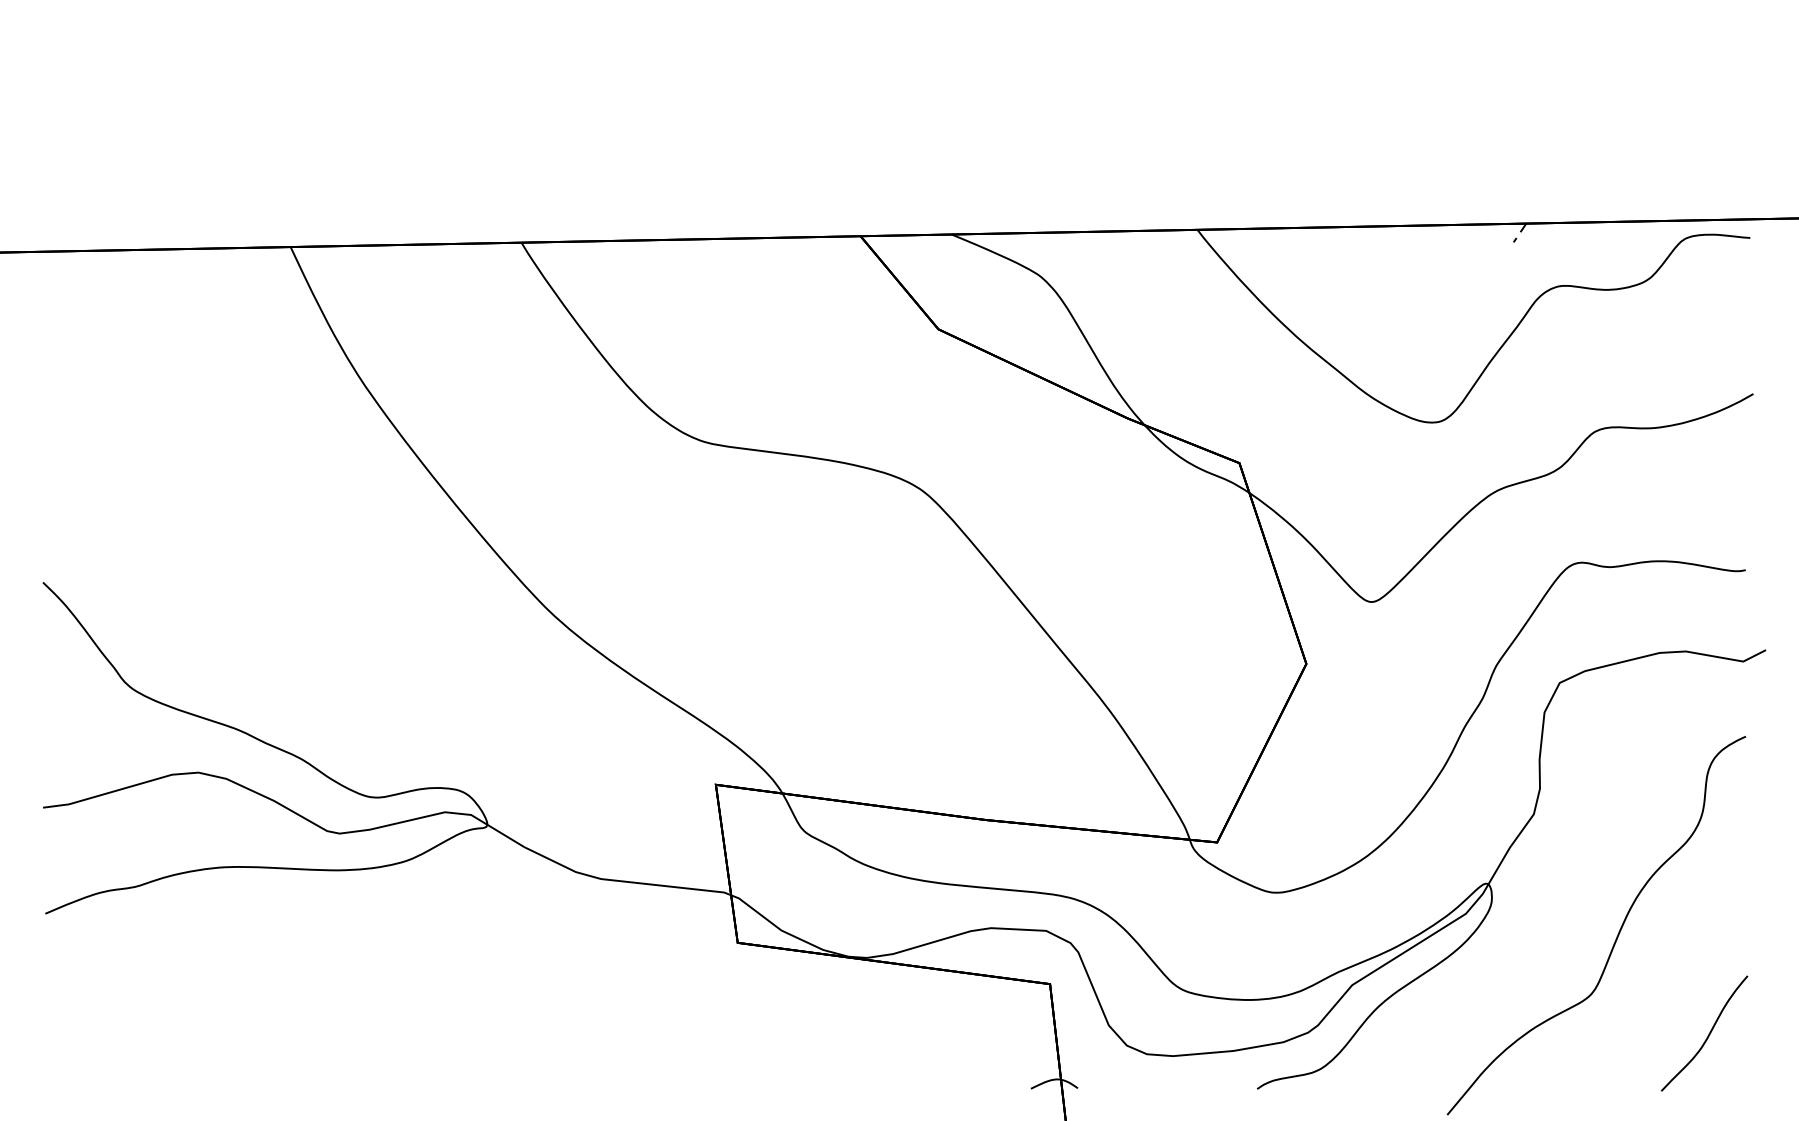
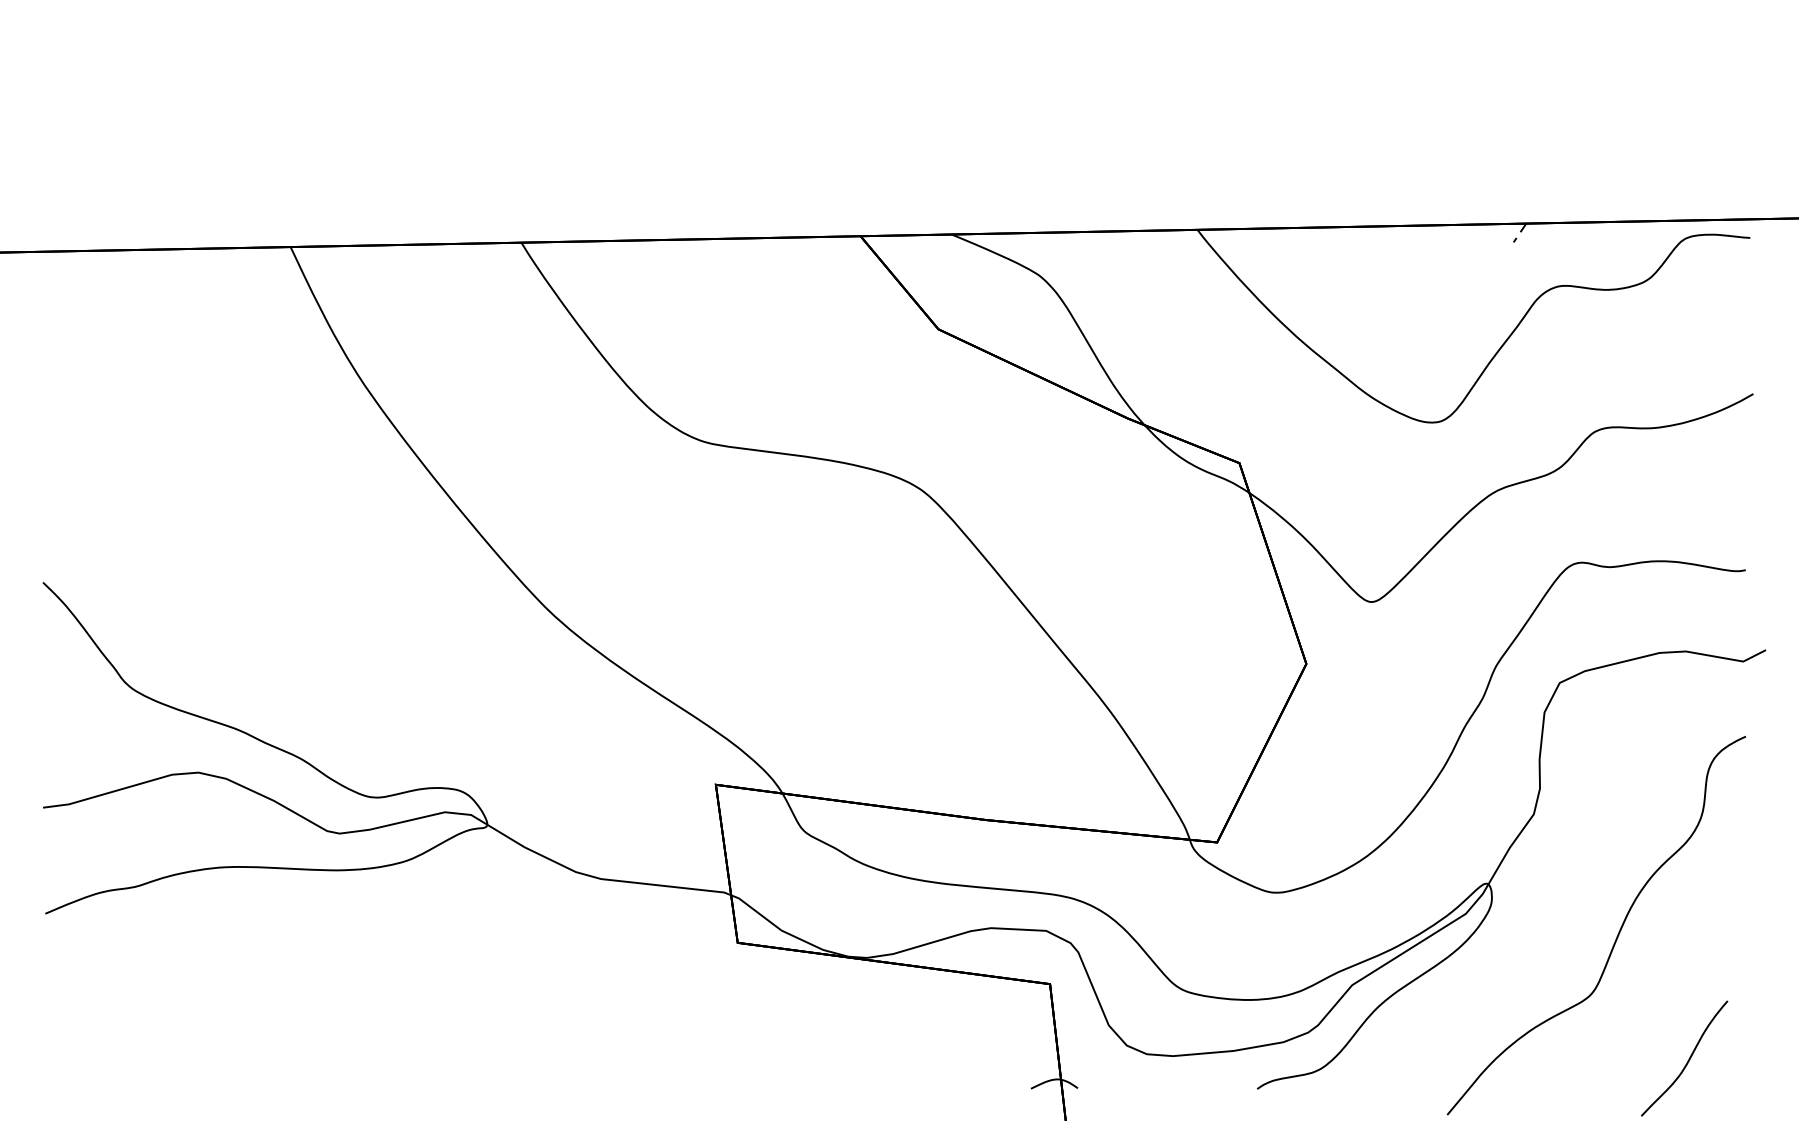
curve at (1707, 1035) position: (1707, 1035) -> (1687, 1060)
